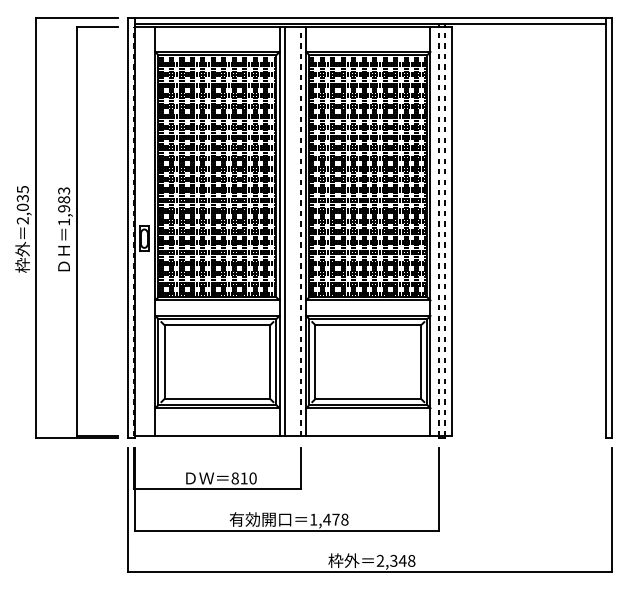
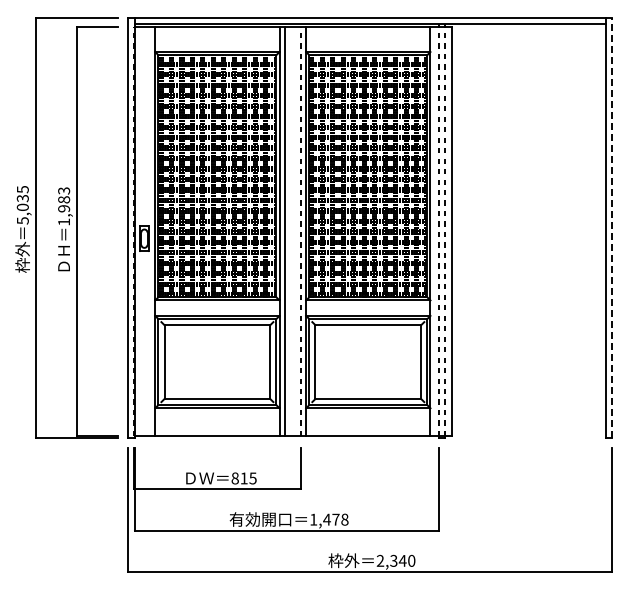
text at (22, 220): 2,035 -> 5,035
line at (612, 227): solid -> dashed
text at (252, 478): 810 -> 815
text at (411, 560): 2,348 -> 2,340
